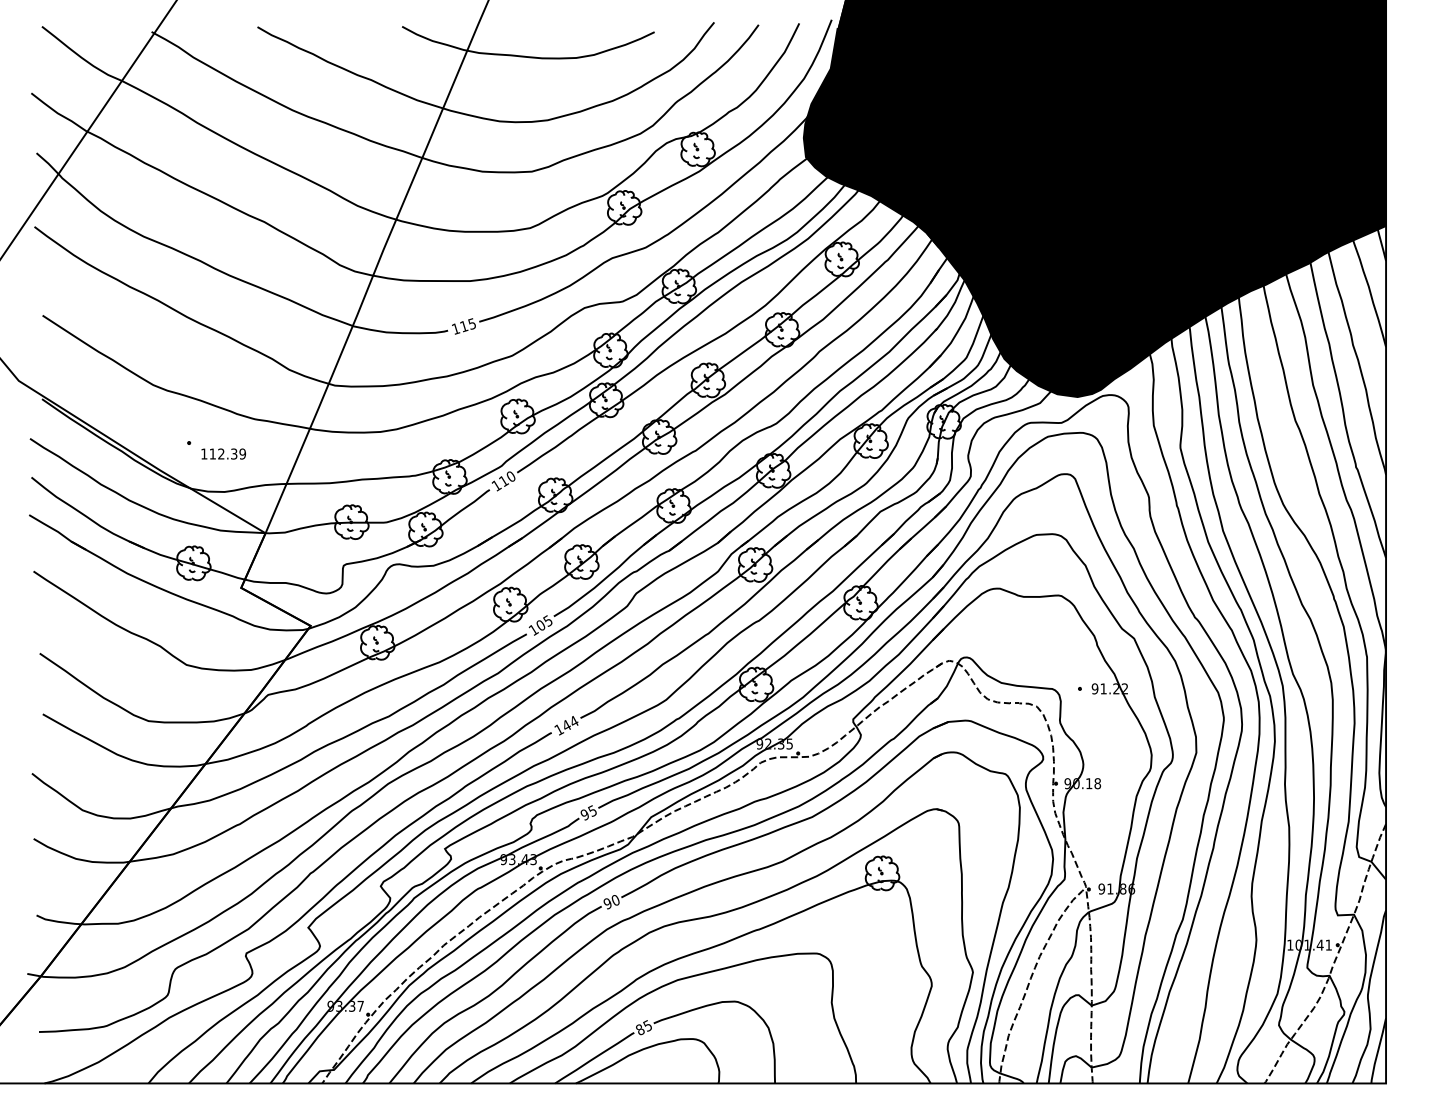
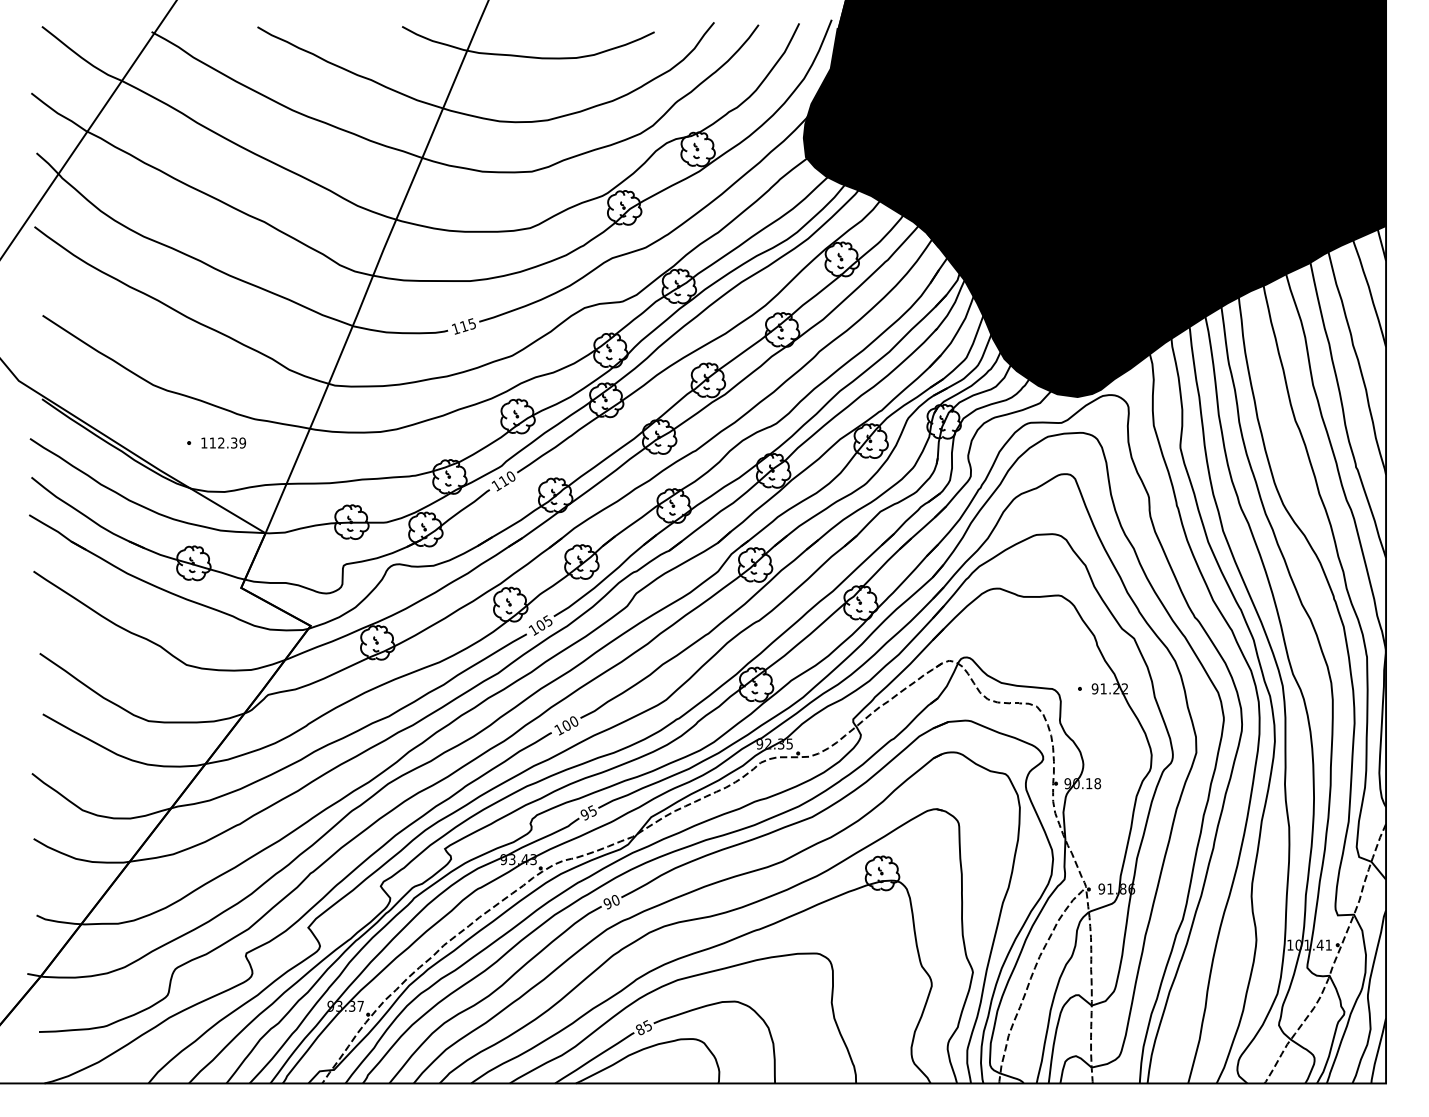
text at (223, 453) position: (223, 453) -> (223, 442)
text at (570, 723): 144 -> 100
